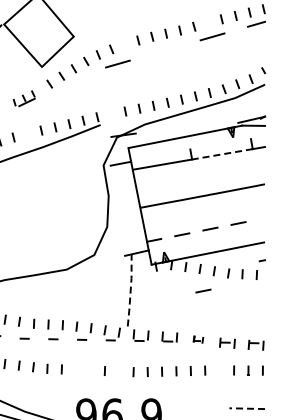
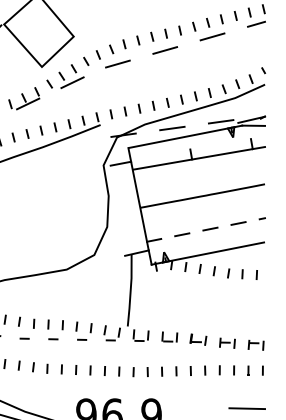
line at (208, 22): none -> present
line at (124, 44): none -> present
line at (165, 50): none -> present
line at (72, 82): none -> present
part at (23, 98) size: 24x18 px -> 33x24 px
line at (111, 114): none -> present
line at (220, 121): none -> present
line at (172, 128): none -> present
line at (27, 133): none -> present
line at (223, 154): dashed -> solid
line at (261, 260) position: (261, 260) -> (261, 218)
line at (130, 290): dashed -> solid
line at (203, 290): present -> none
part at (198, 339) size: 13x9 px -> 19x13 px
line at (76, 369): none -> present
line at (90, 370): none -> present
line at (219, 370): none -> present
line at (119, 371): none -> present
line at (247, 408): dashed -> solid
